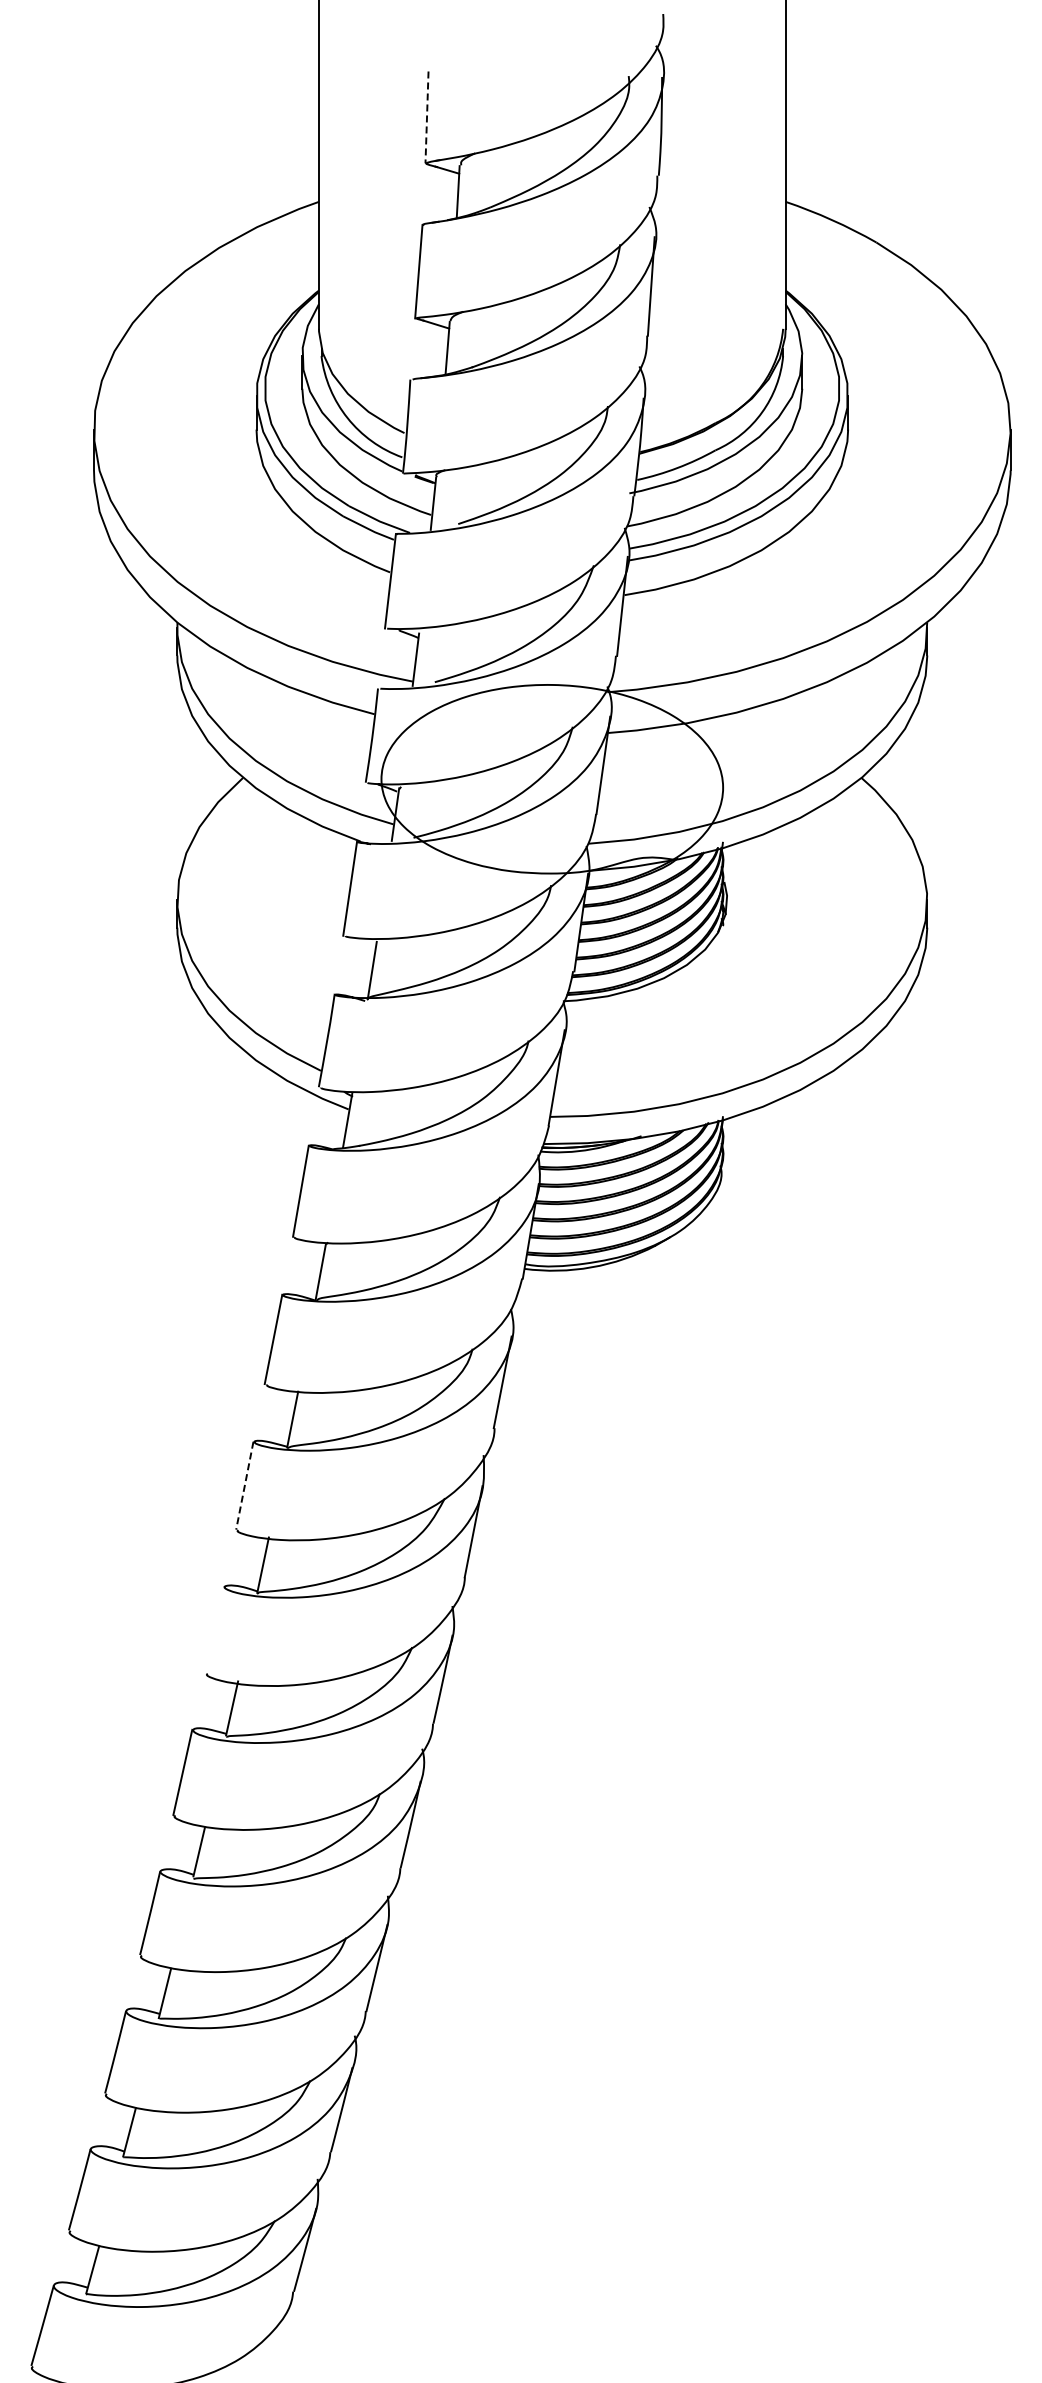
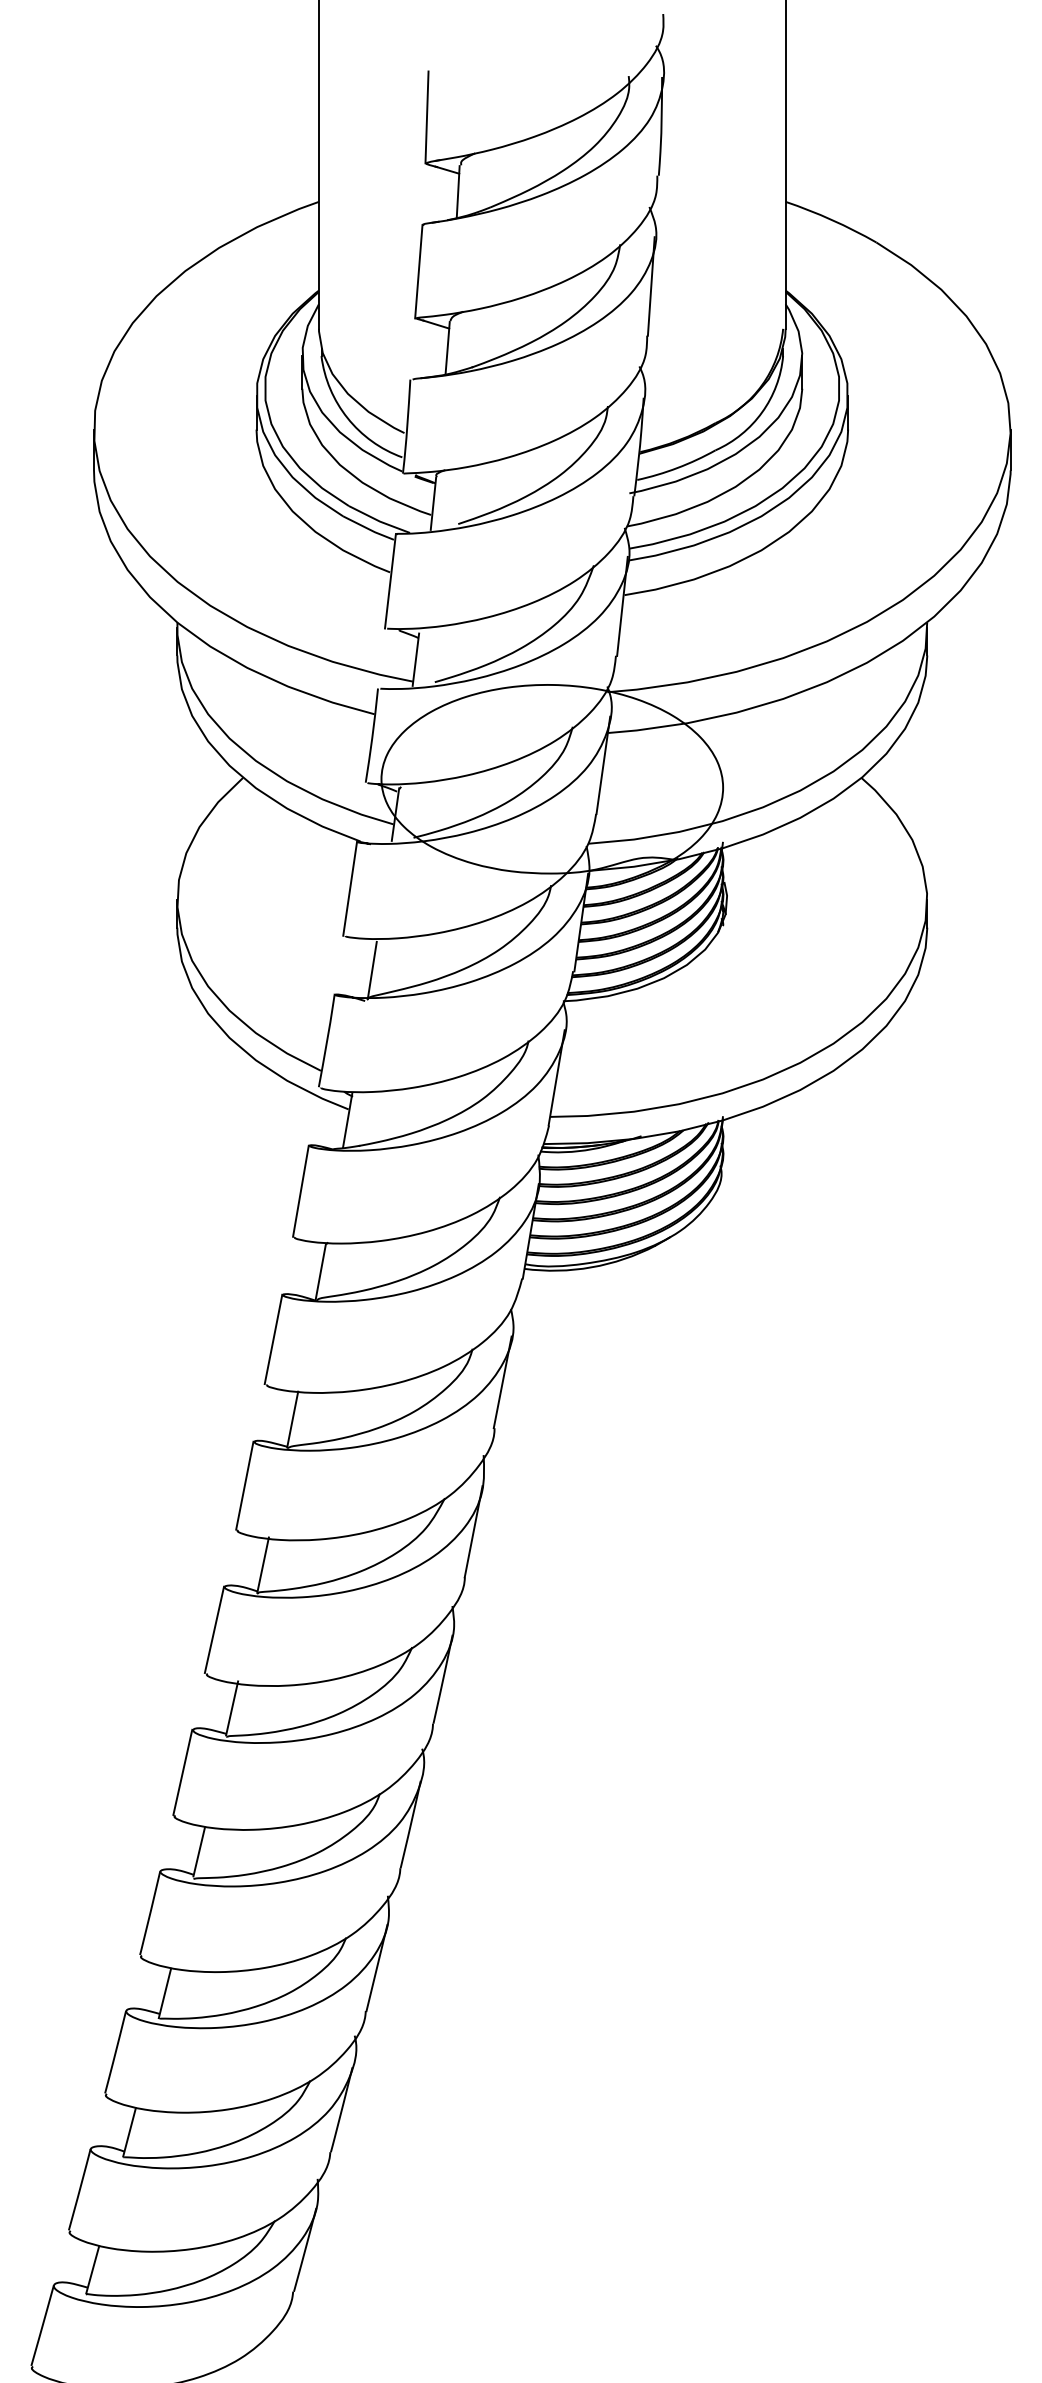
line at (427, 117): dashed -> solid
line at (244, 1485): dashed -> solid
line at (214, 1629): none -> present
